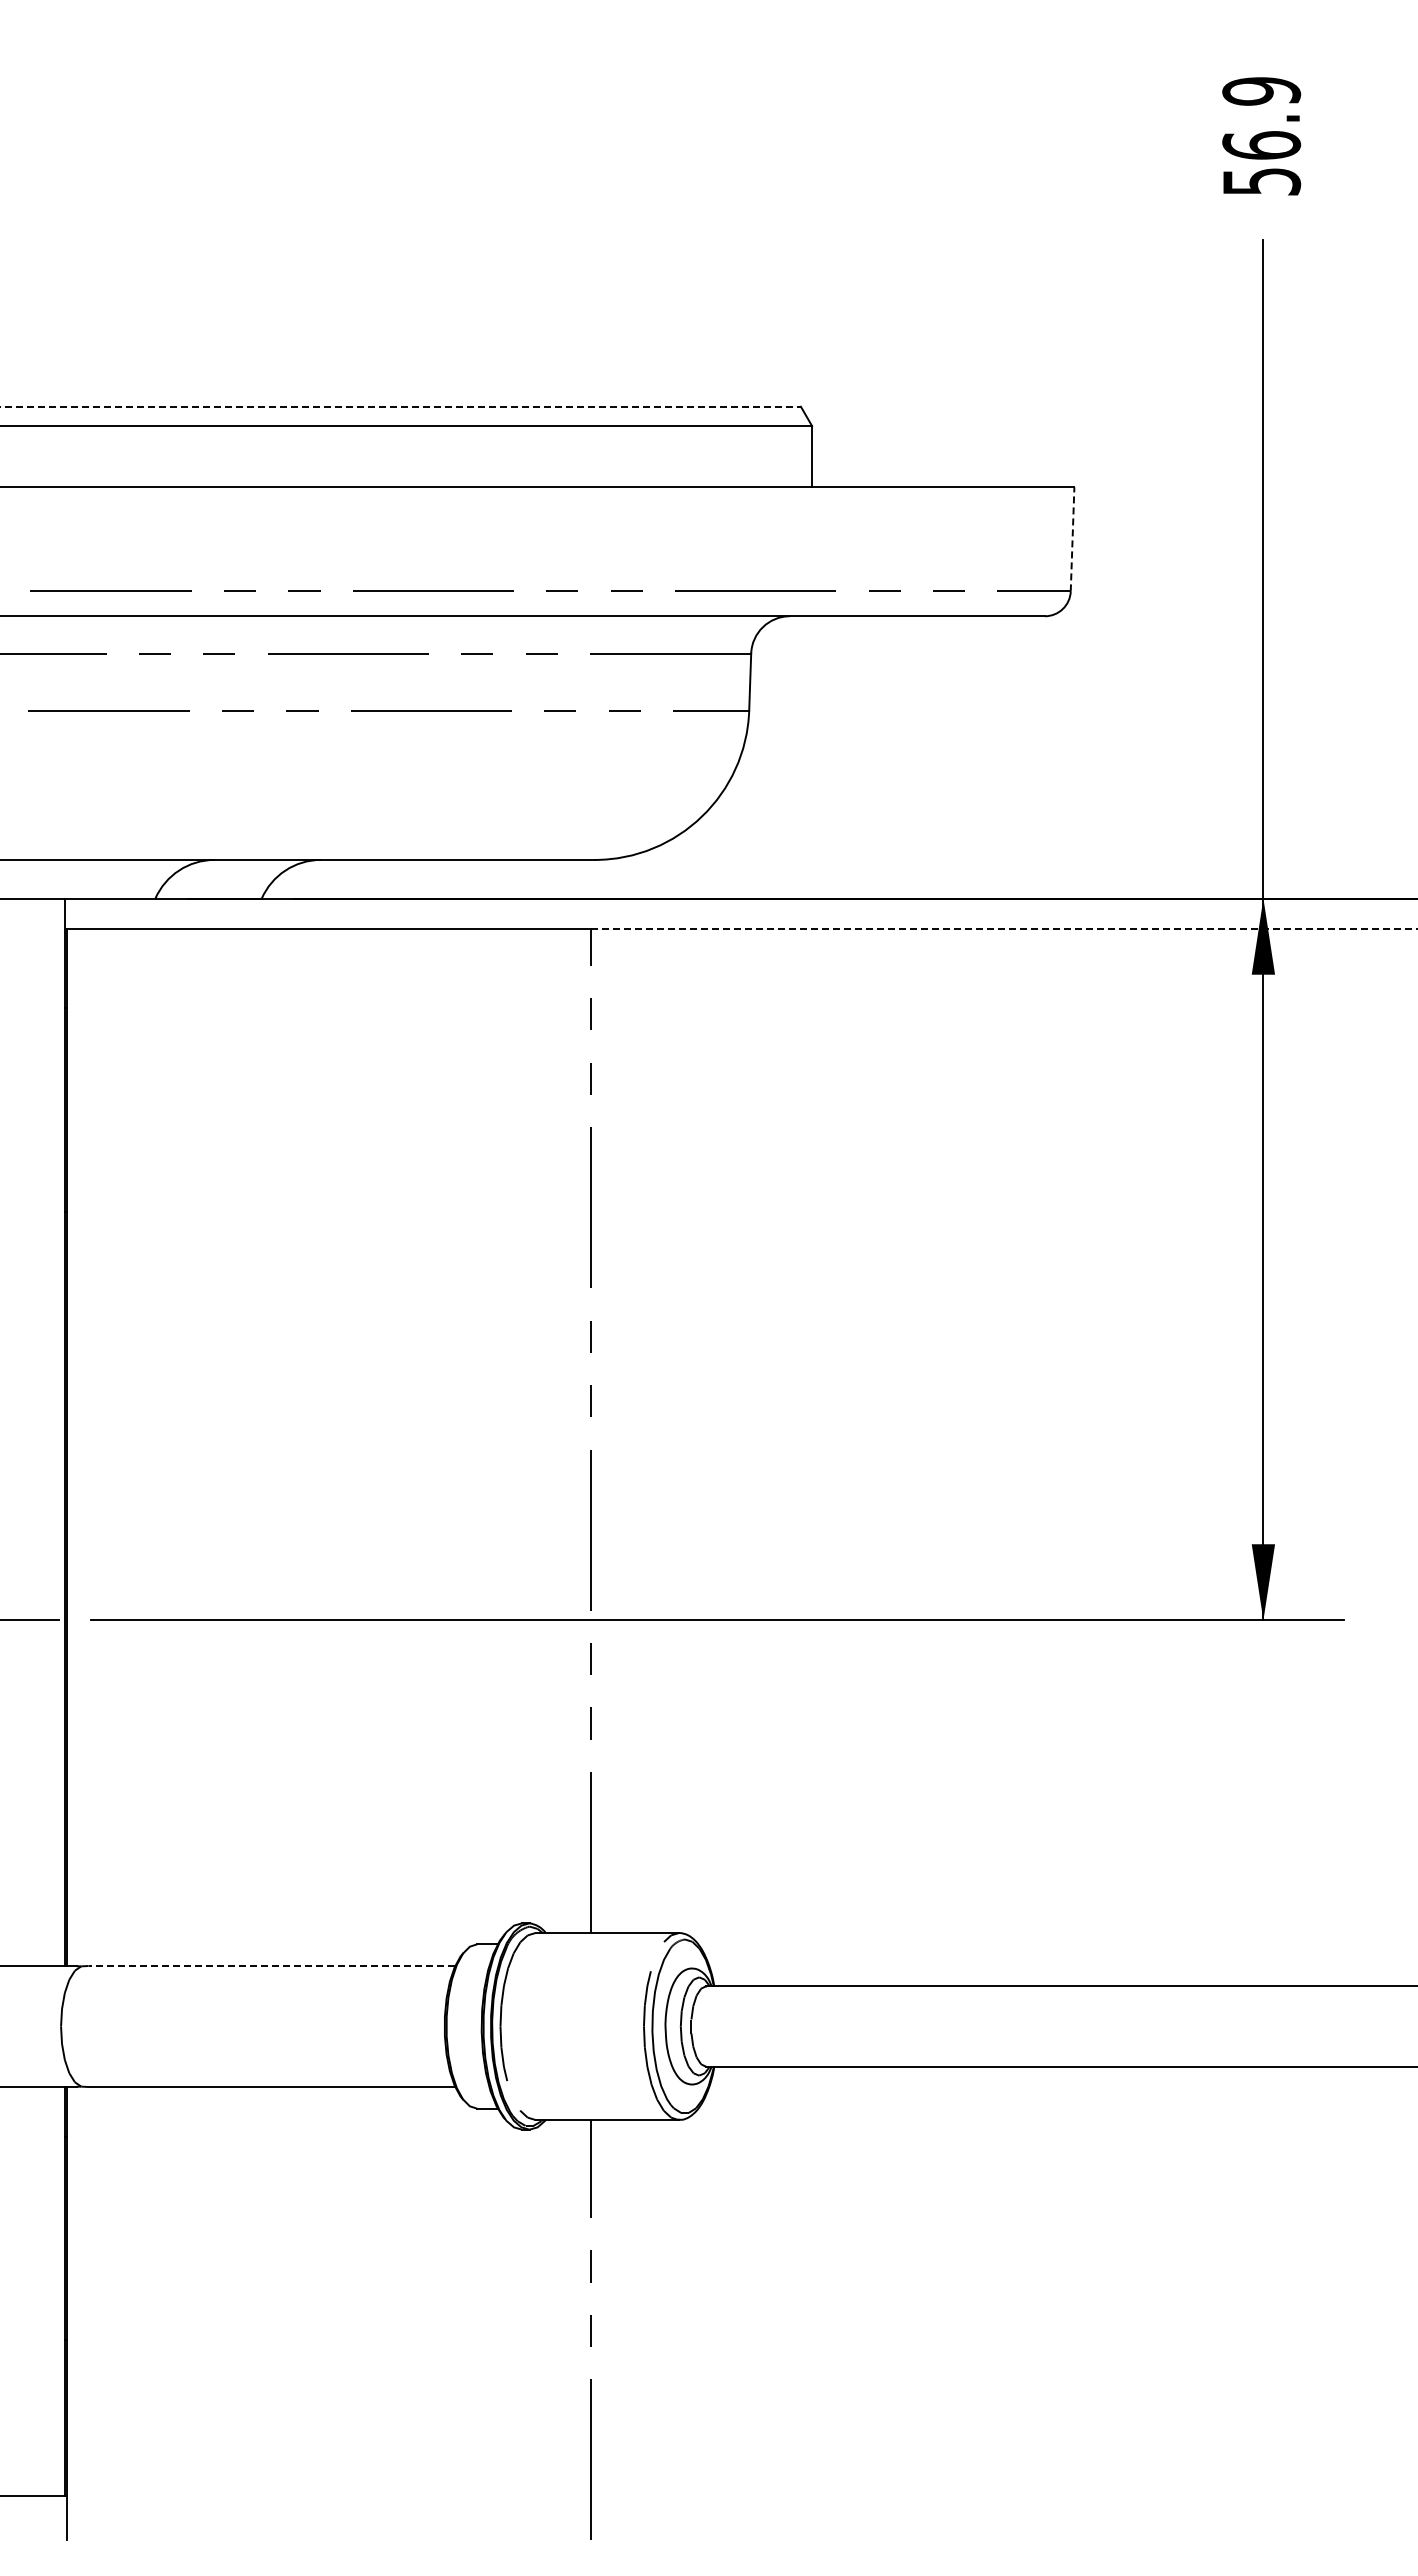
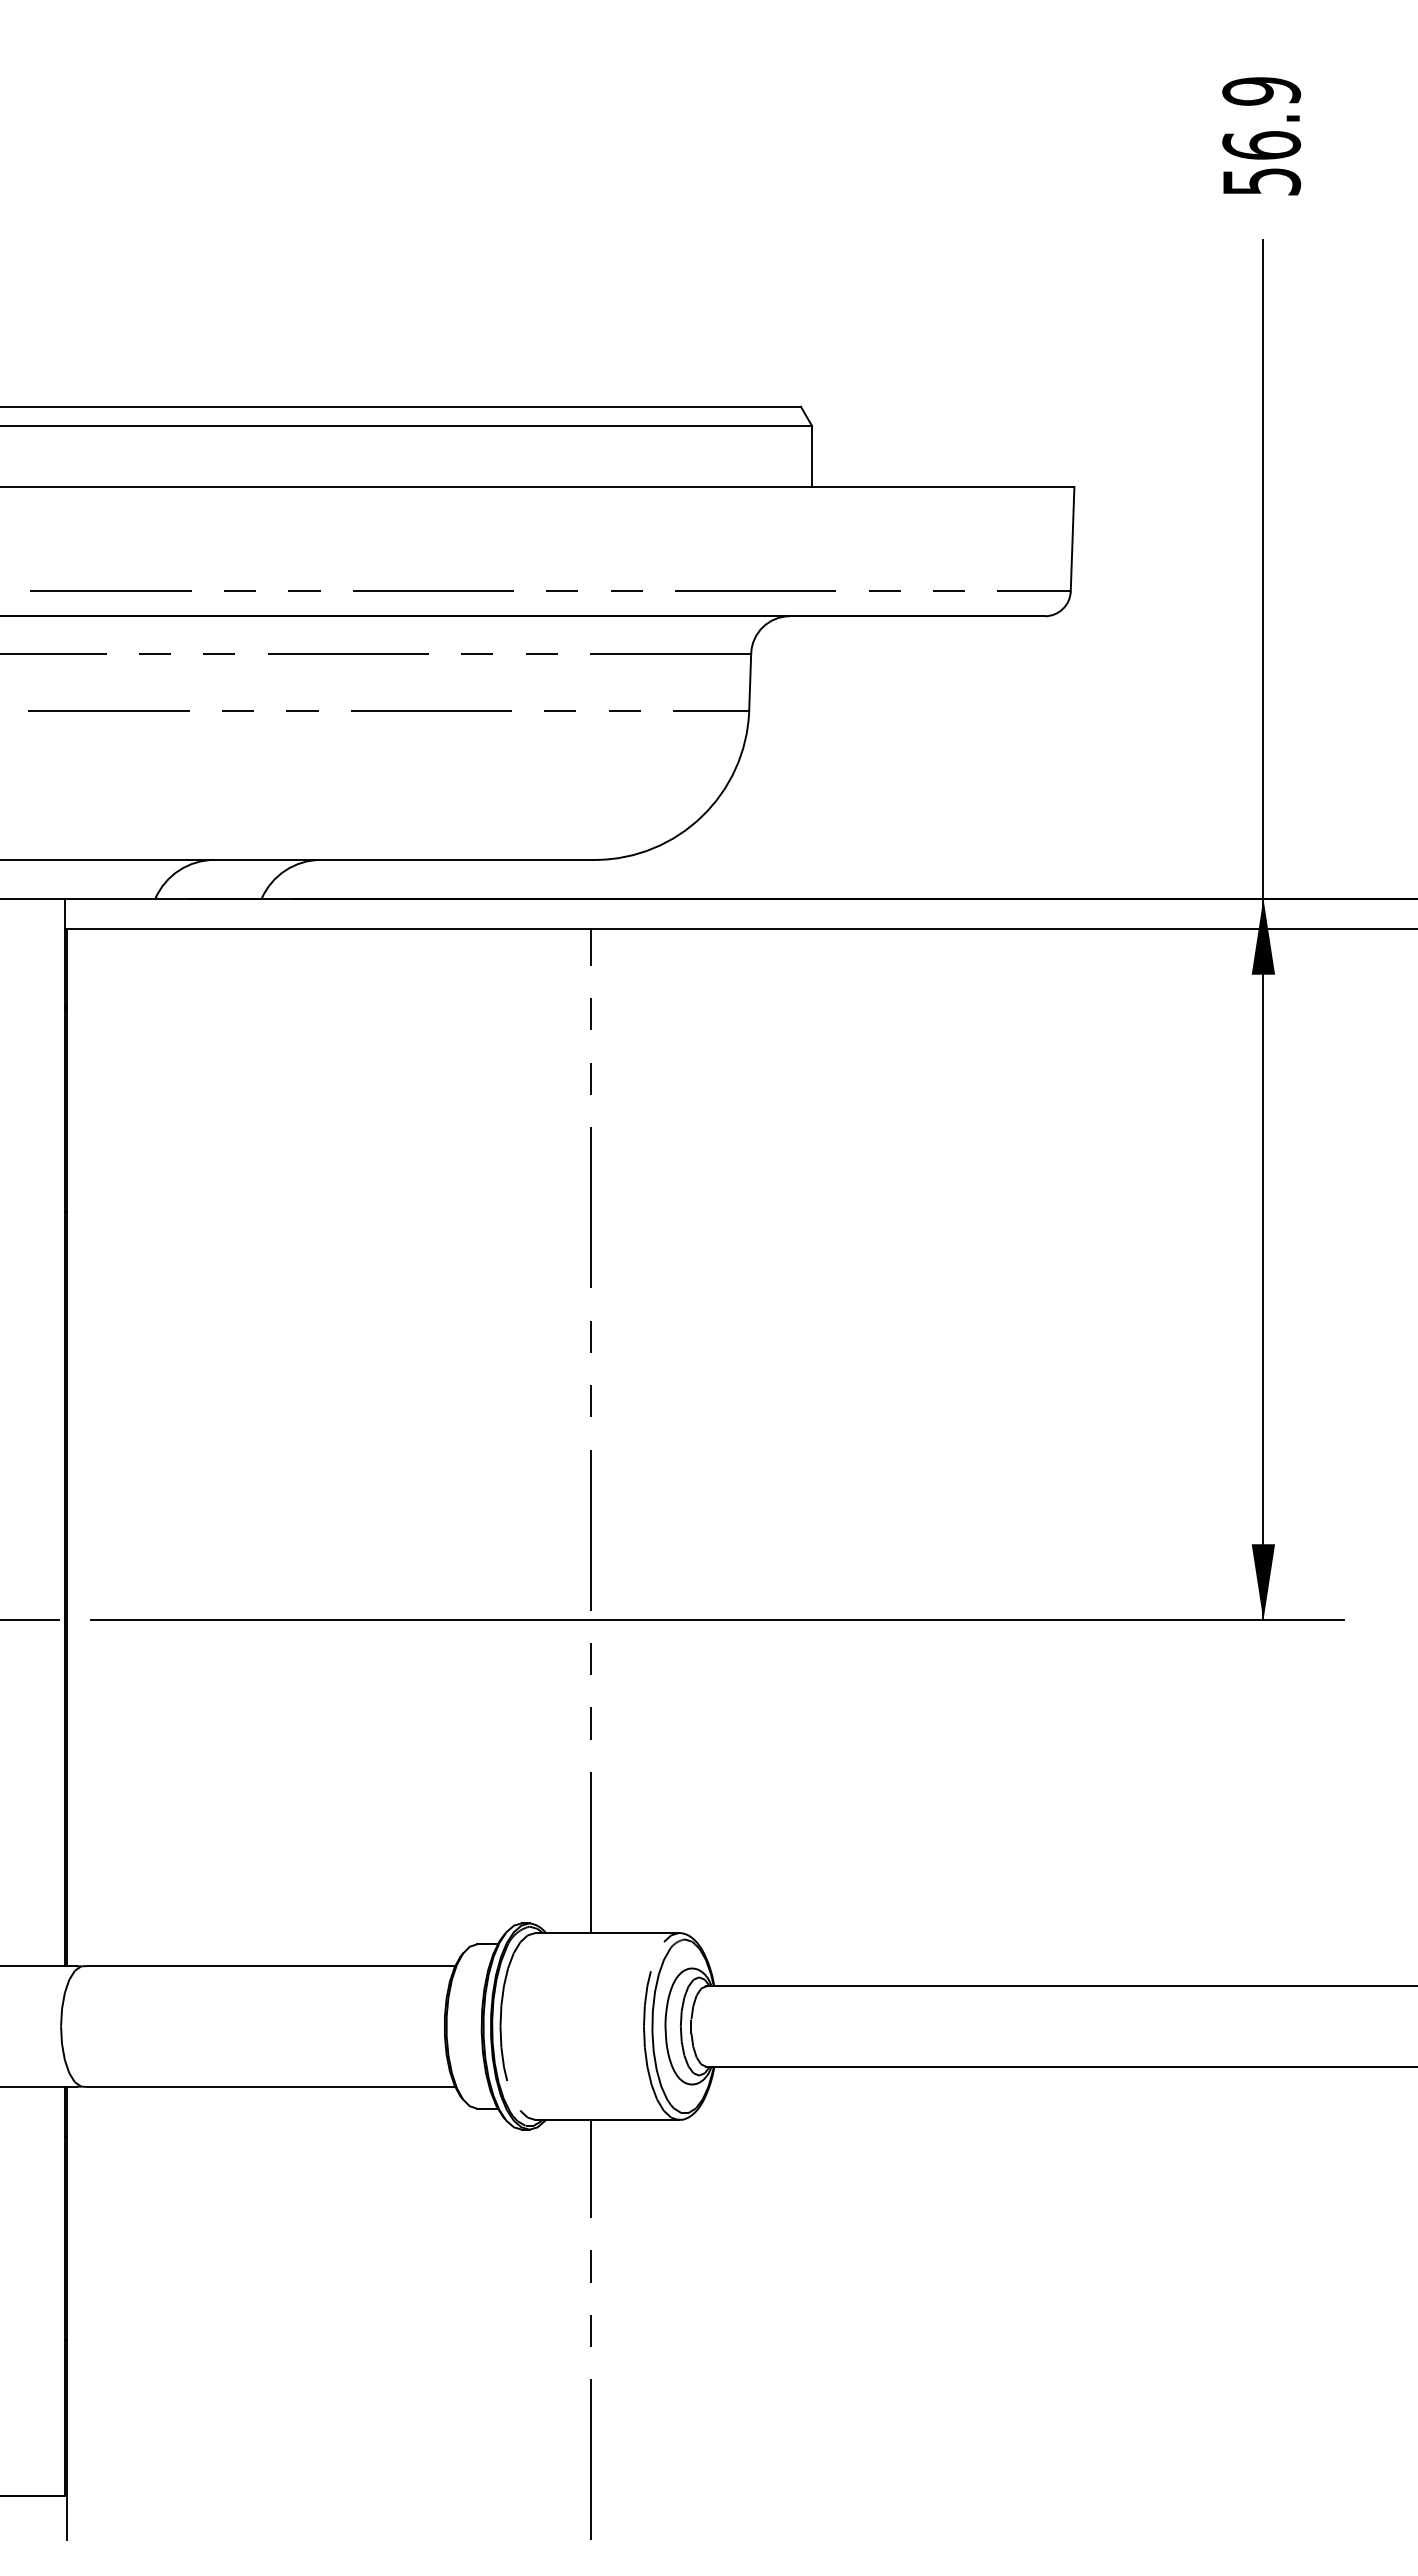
line at (400, 406): dashed -> solid
line at (1072, 538): dashed -> solid
line at (1004, 928): dashed -> solid
line at (271, 1965): dashed -> solid
